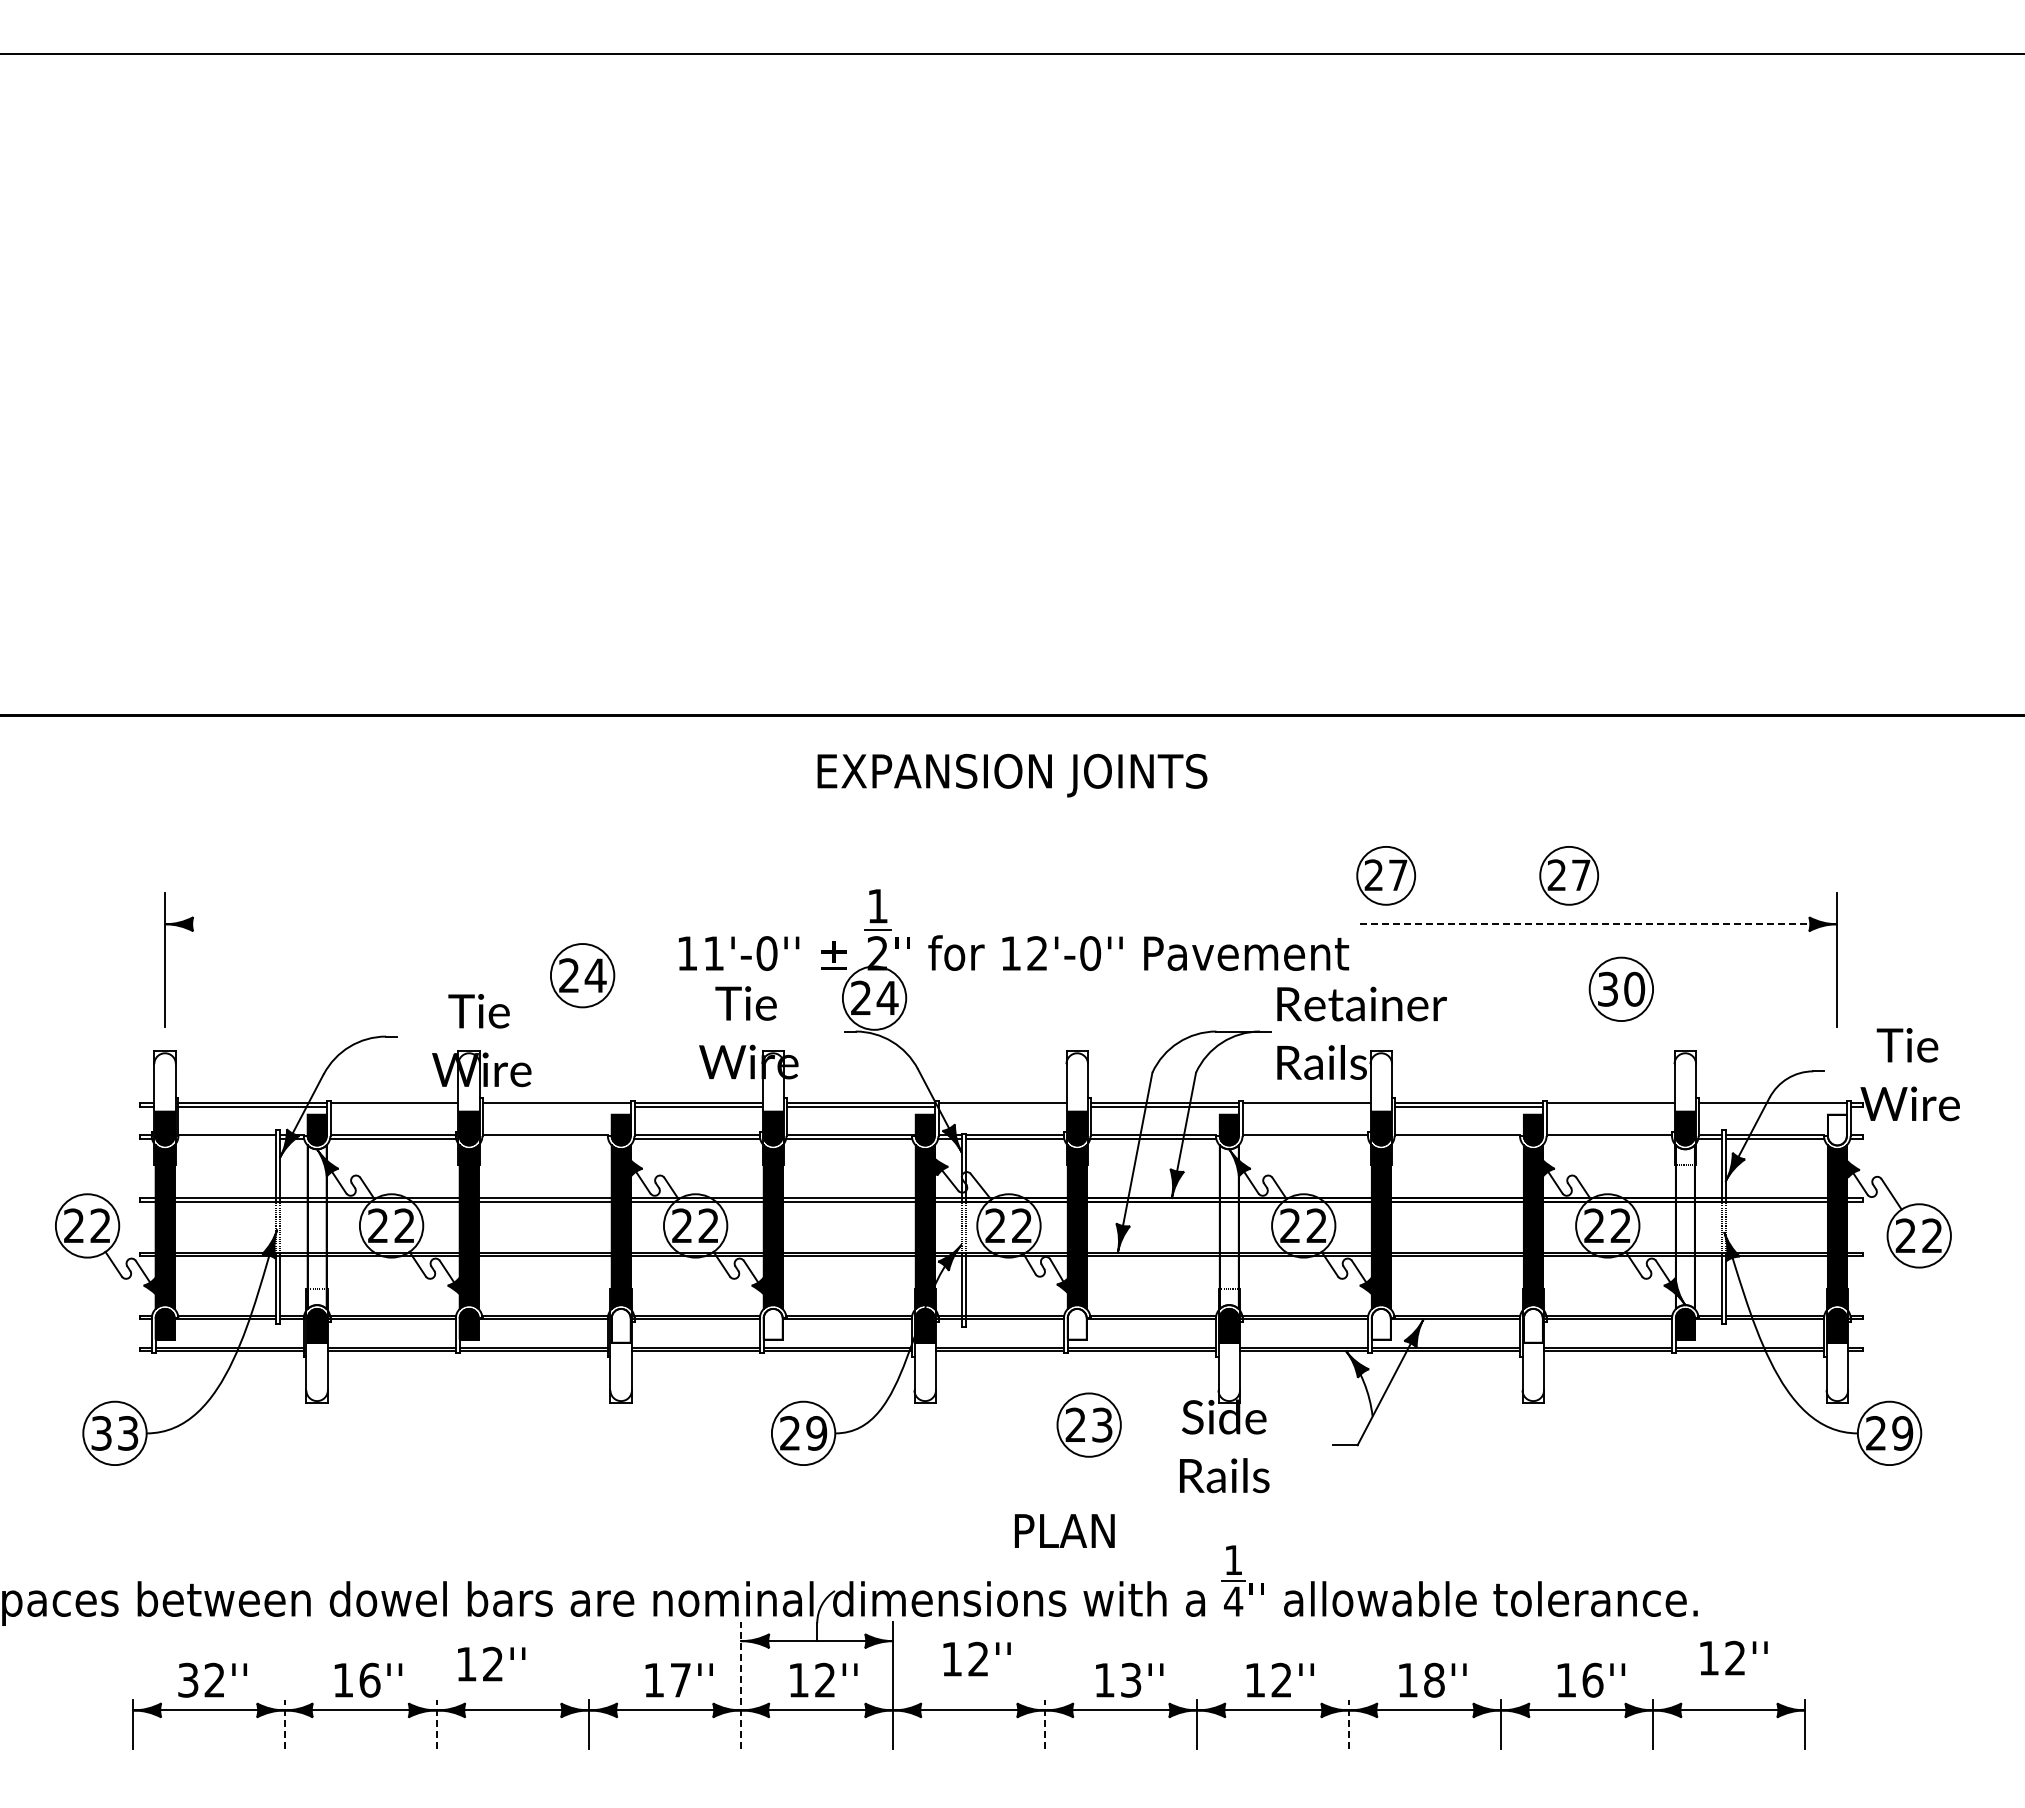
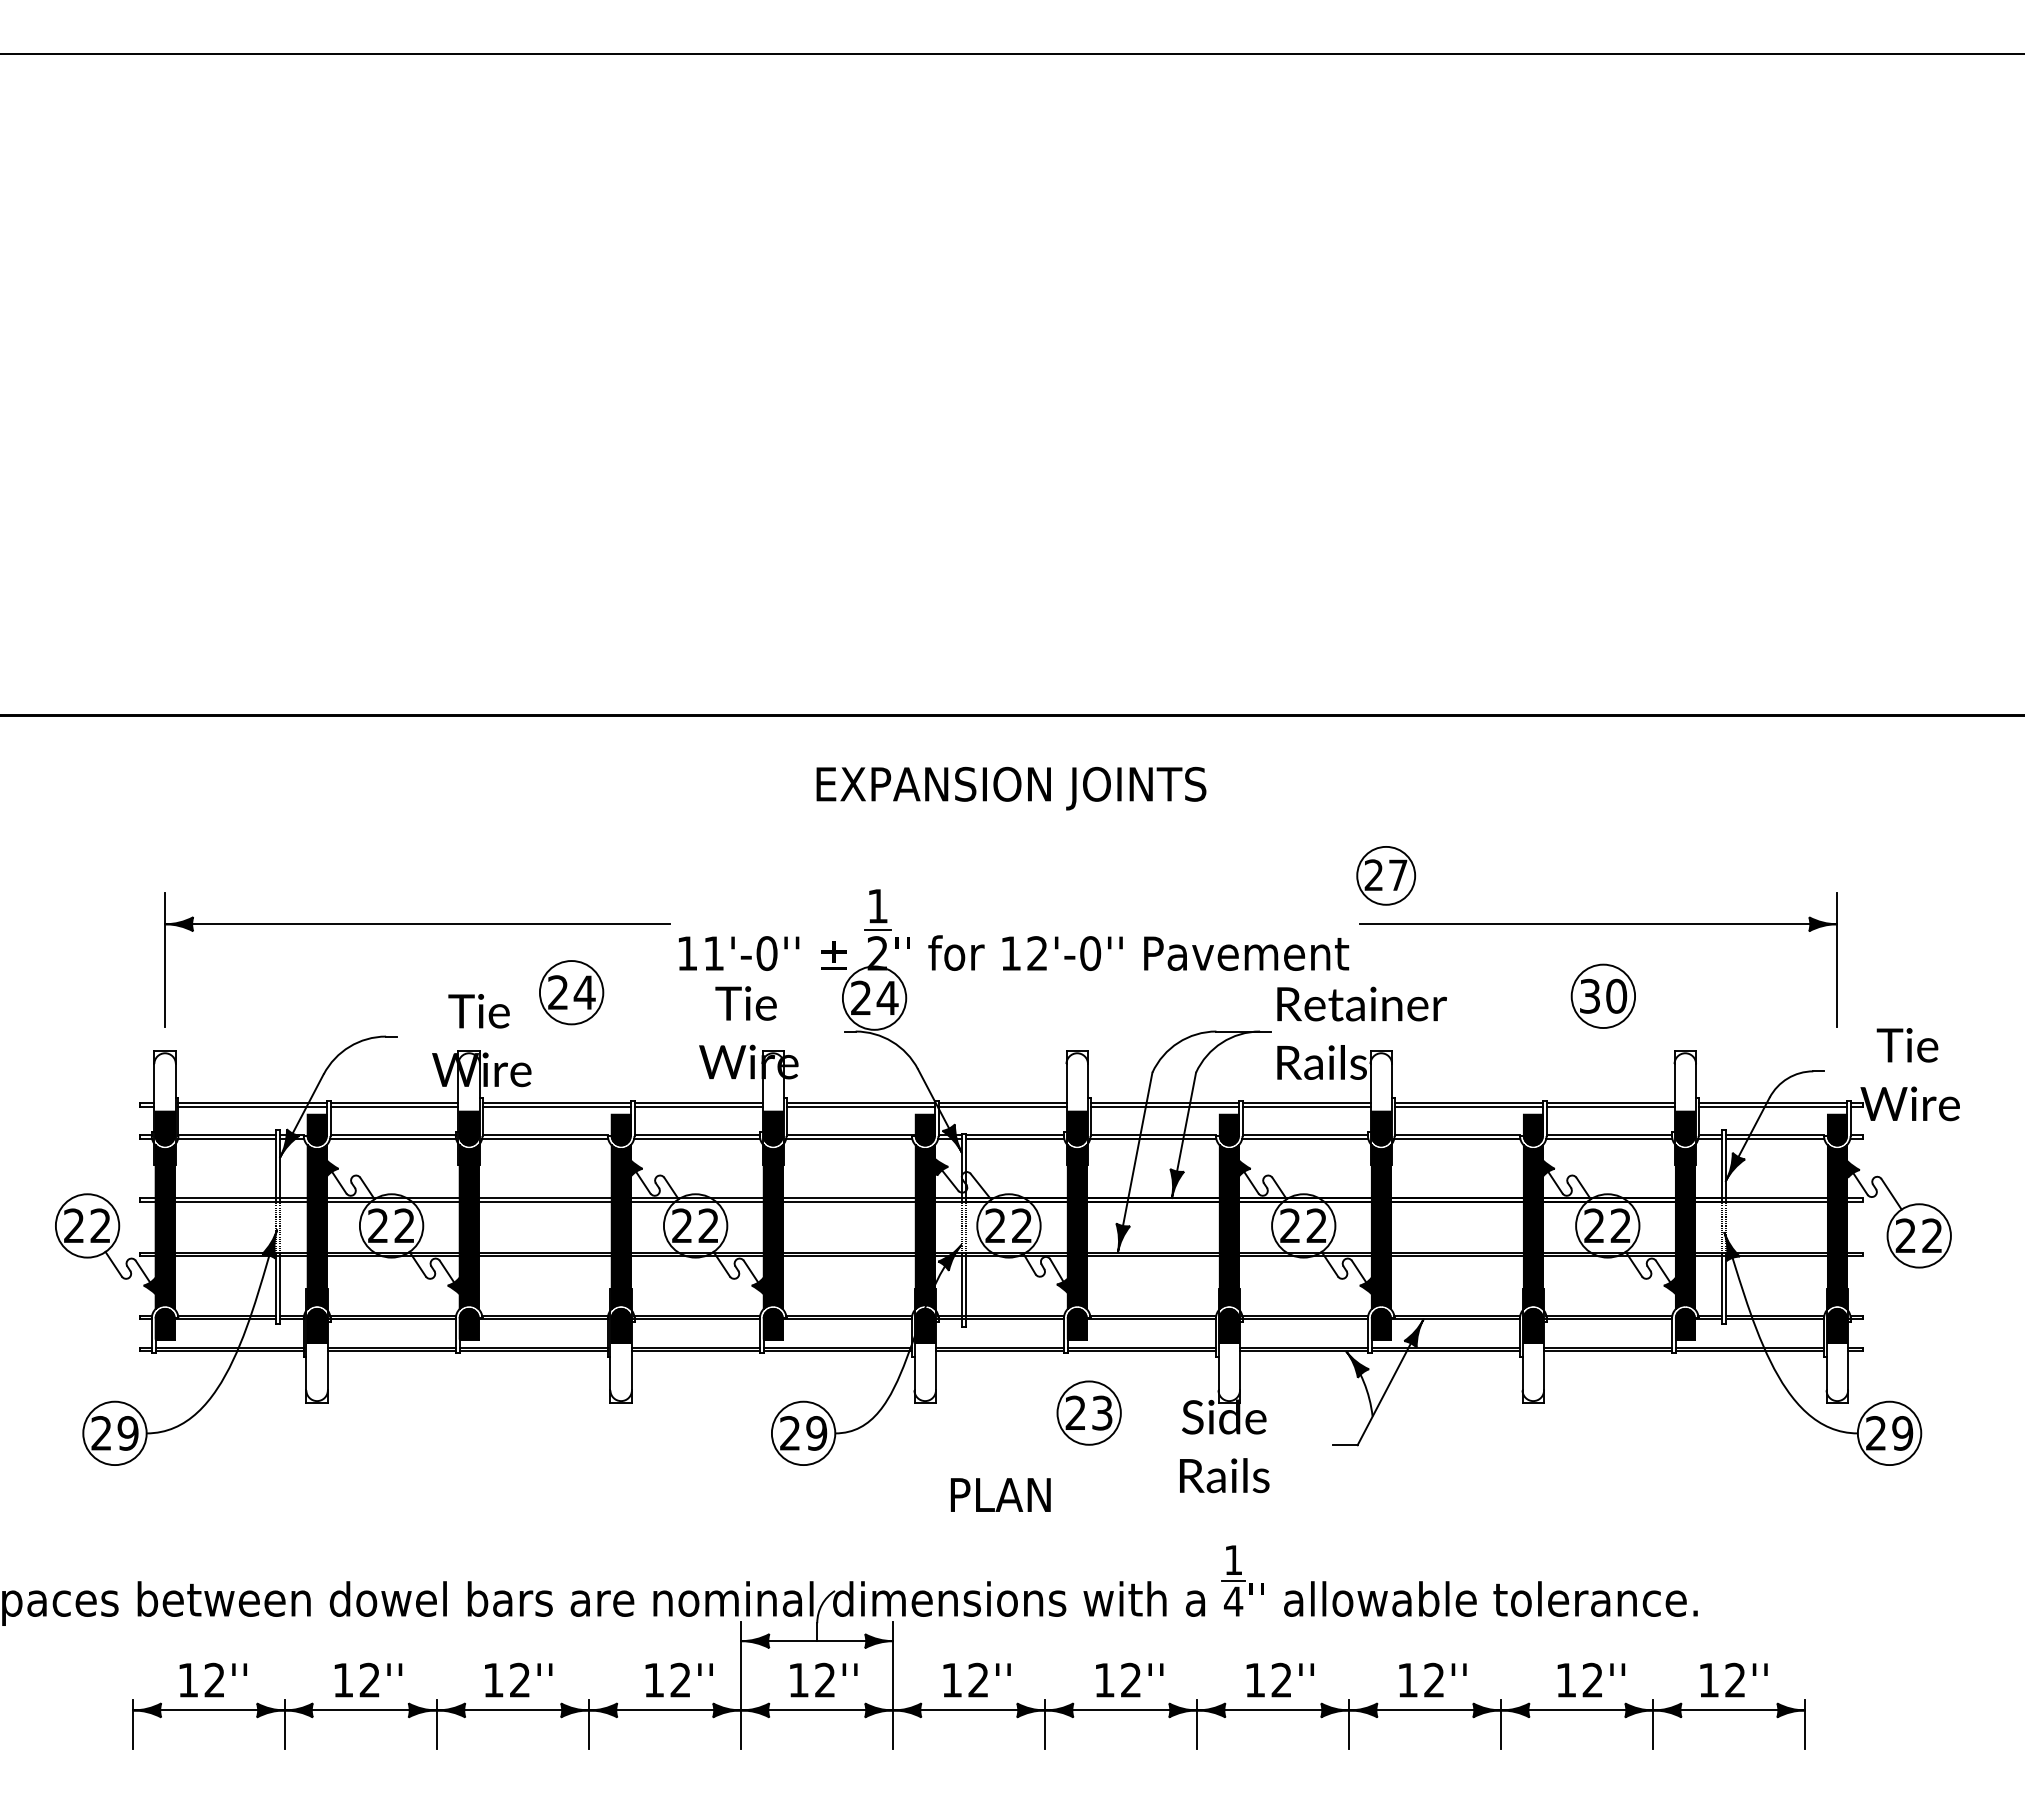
text at (1012, 775) position: (1012, 775) -> (1011, 788)
part at (1569, 875): present -> none
line at (417, 924): none -> present
line at (1598, 924): dashed -> solid
part at (582, 975) position: (582, 975) -> (571, 992)
part at (1620, 988) position: (1620, 988) -> (1602, 995)
line at (394, 1106): none -> present
line at (556, 1106): none -> present
line at (1002, 1106): none -> present
line at (1306, 1106): none -> present
line at (1610, 1106): none -> present
line at (1772, 1106): none -> present
fill at (1836, 1129): none -> present
line at (227, 1138): none -> present
line at (544, 1138): none -> present
line at (1305, 1138): none -> present
line at (1457, 1138): none -> present
line at (1609, 1138): none -> present
fill at (316, 1227): none -> present
fill at (1228, 1227): none -> present
fill at (1684, 1227): none -> present
fill at (772, 1323): none -> present
fill at (1076, 1323): none -> present
fill at (1380, 1323): none -> present
fill at (620, 1325): none -> present
fill at (1532, 1325): none -> present
part at (1088, 1424) position: (1088, 1424) -> (1088, 1412)
text at (114, 1433): 33 -> 29
text at (1064, 1530) position: (1064, 1530) -> (1000, 1494)
text at (1733, 1657) position: (1733, 1657) -> (1733, 1679)
text at (976, 1658) position: (976, 1658) -> (976, 1679)
text at (491, 1663) position: (491, 1663) -> (518, 1679)
text at (188, 1679): 32'' -> 12''
text at (369, 1679): 16'' -> 12''
text at (680, 1679): 17'' -> 12''
text at (1434, 1679): 18'' -> 12''
text at (1592, 1679): 16'' -> 12''
text at (1131, 1680): 13'' -> 12''
line at (741, 1685): dashed -> solid
line at (285, 1724): dashed -> solid
line at (437, 1724): dashed -> solid
line at (1045, 1724): dashed -> solid
line at (1349, 1724): dashed -> solid
